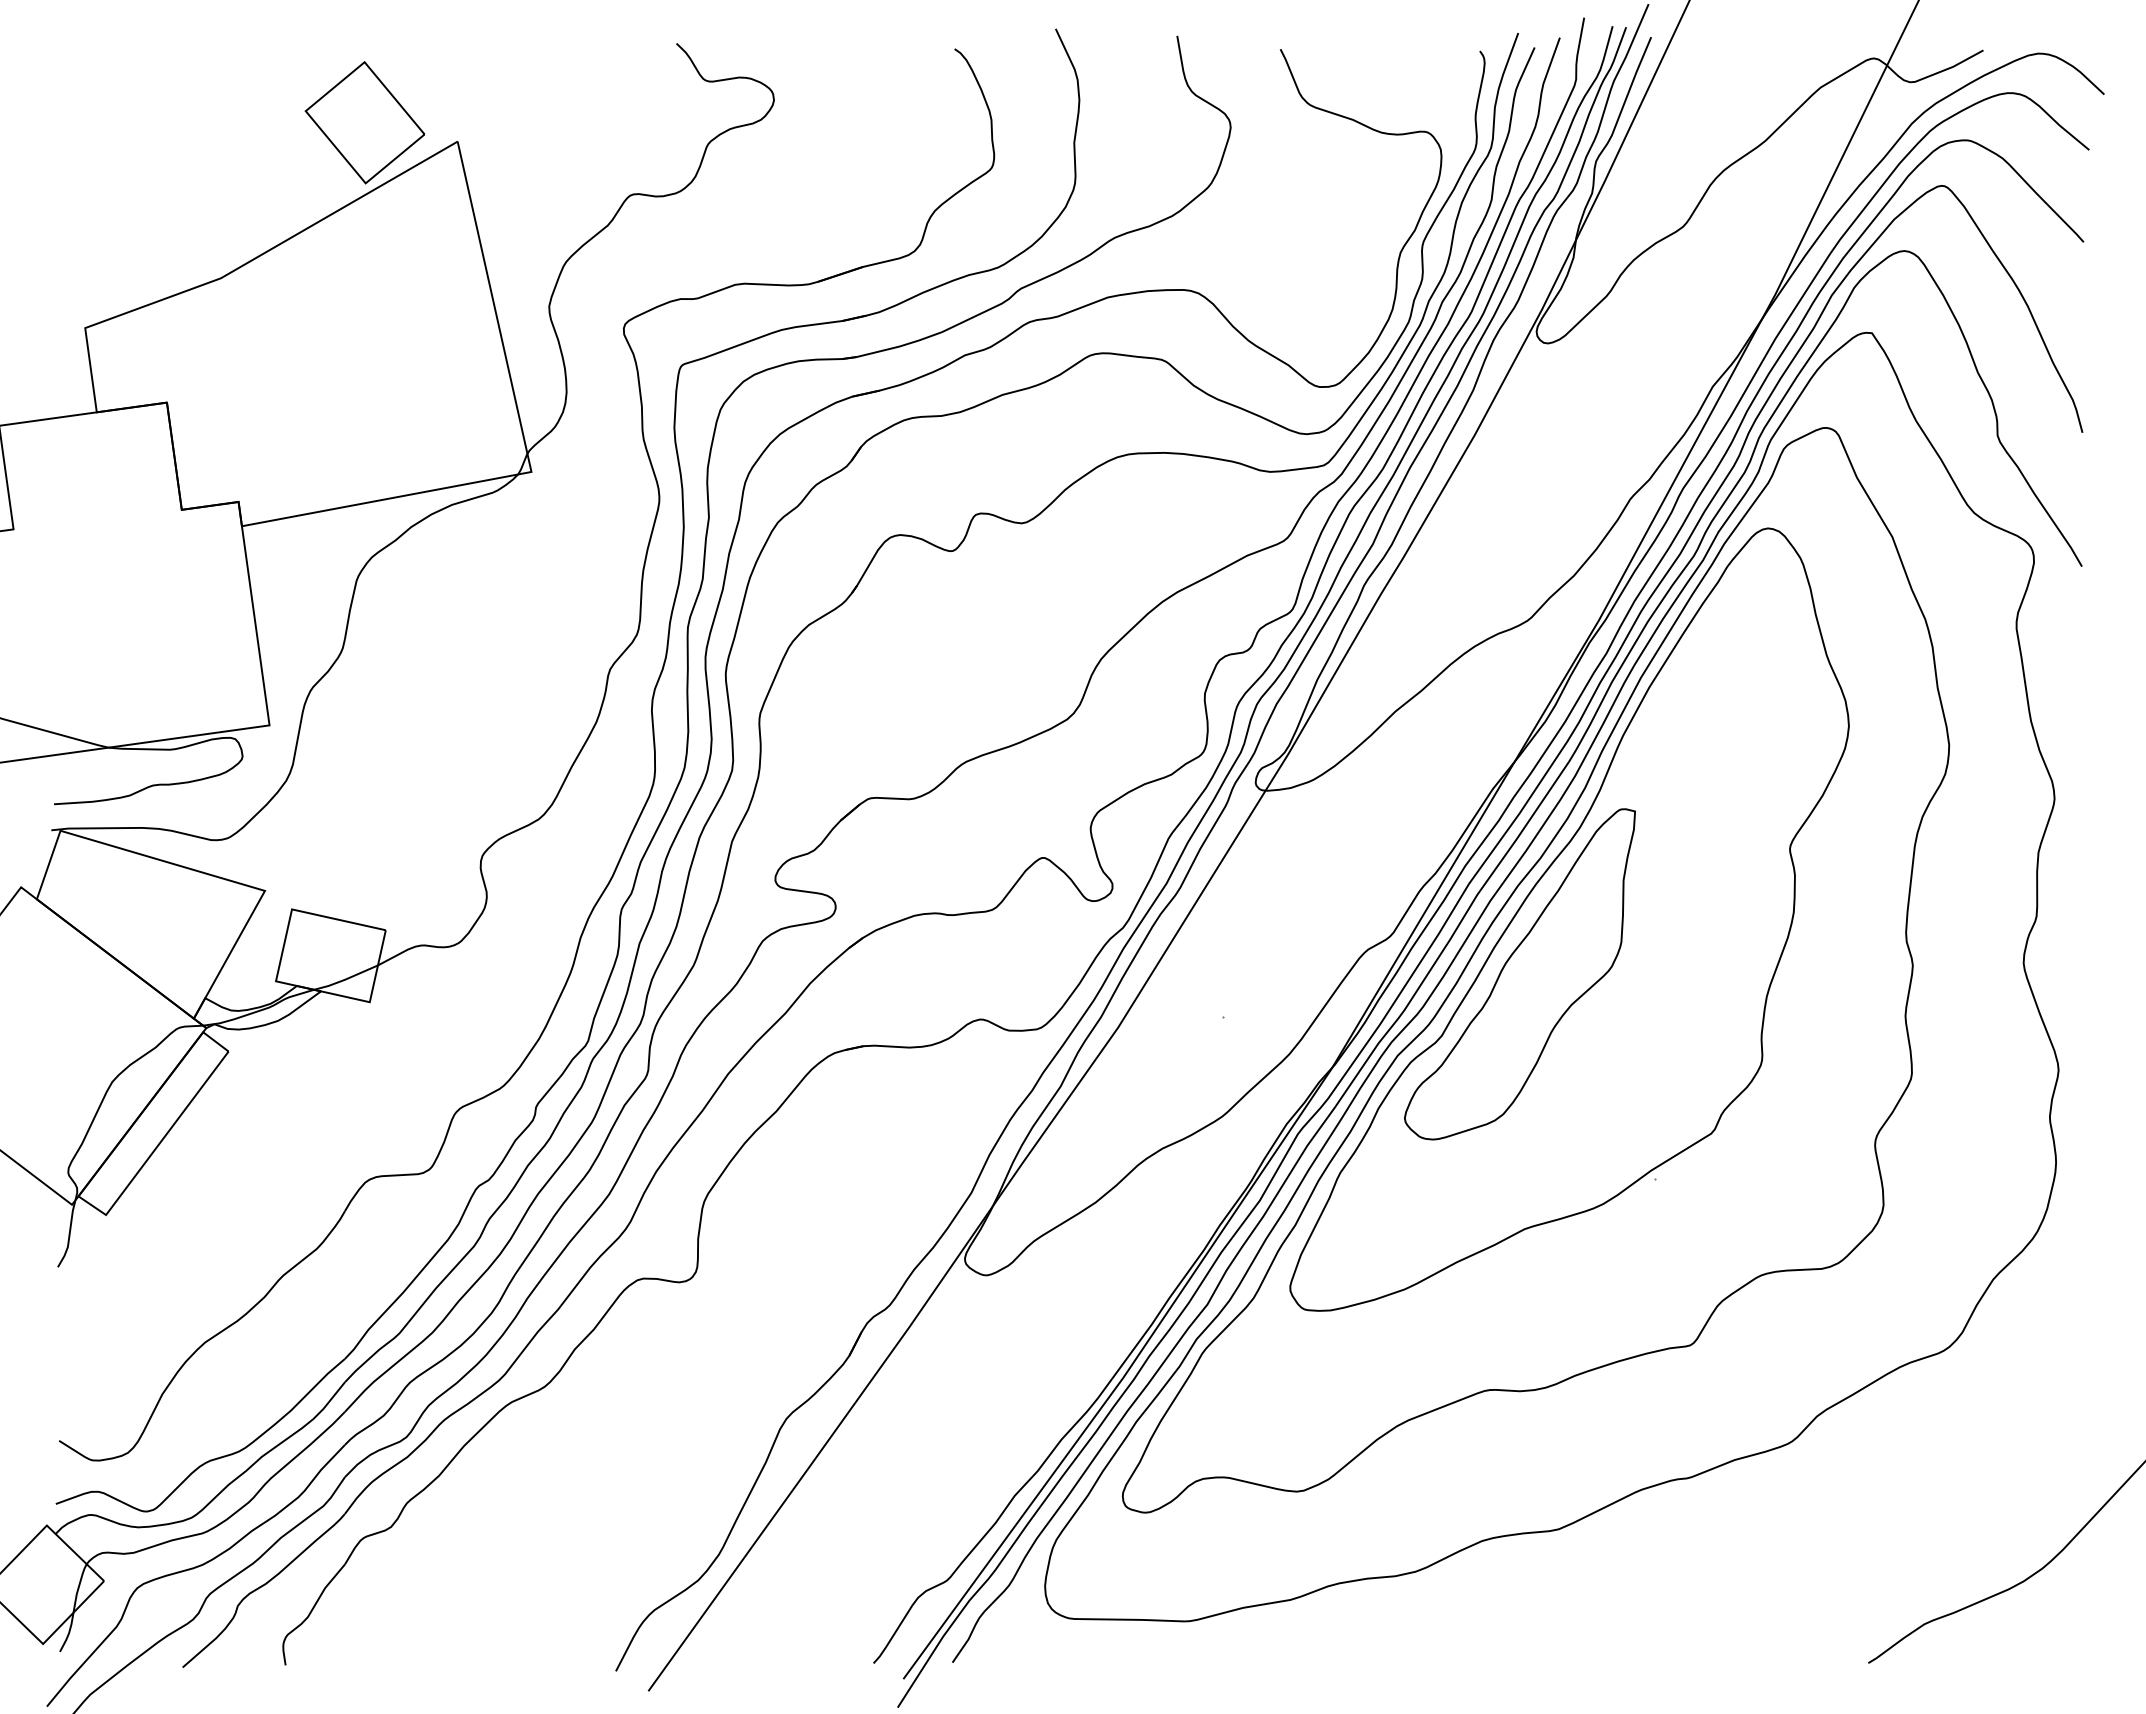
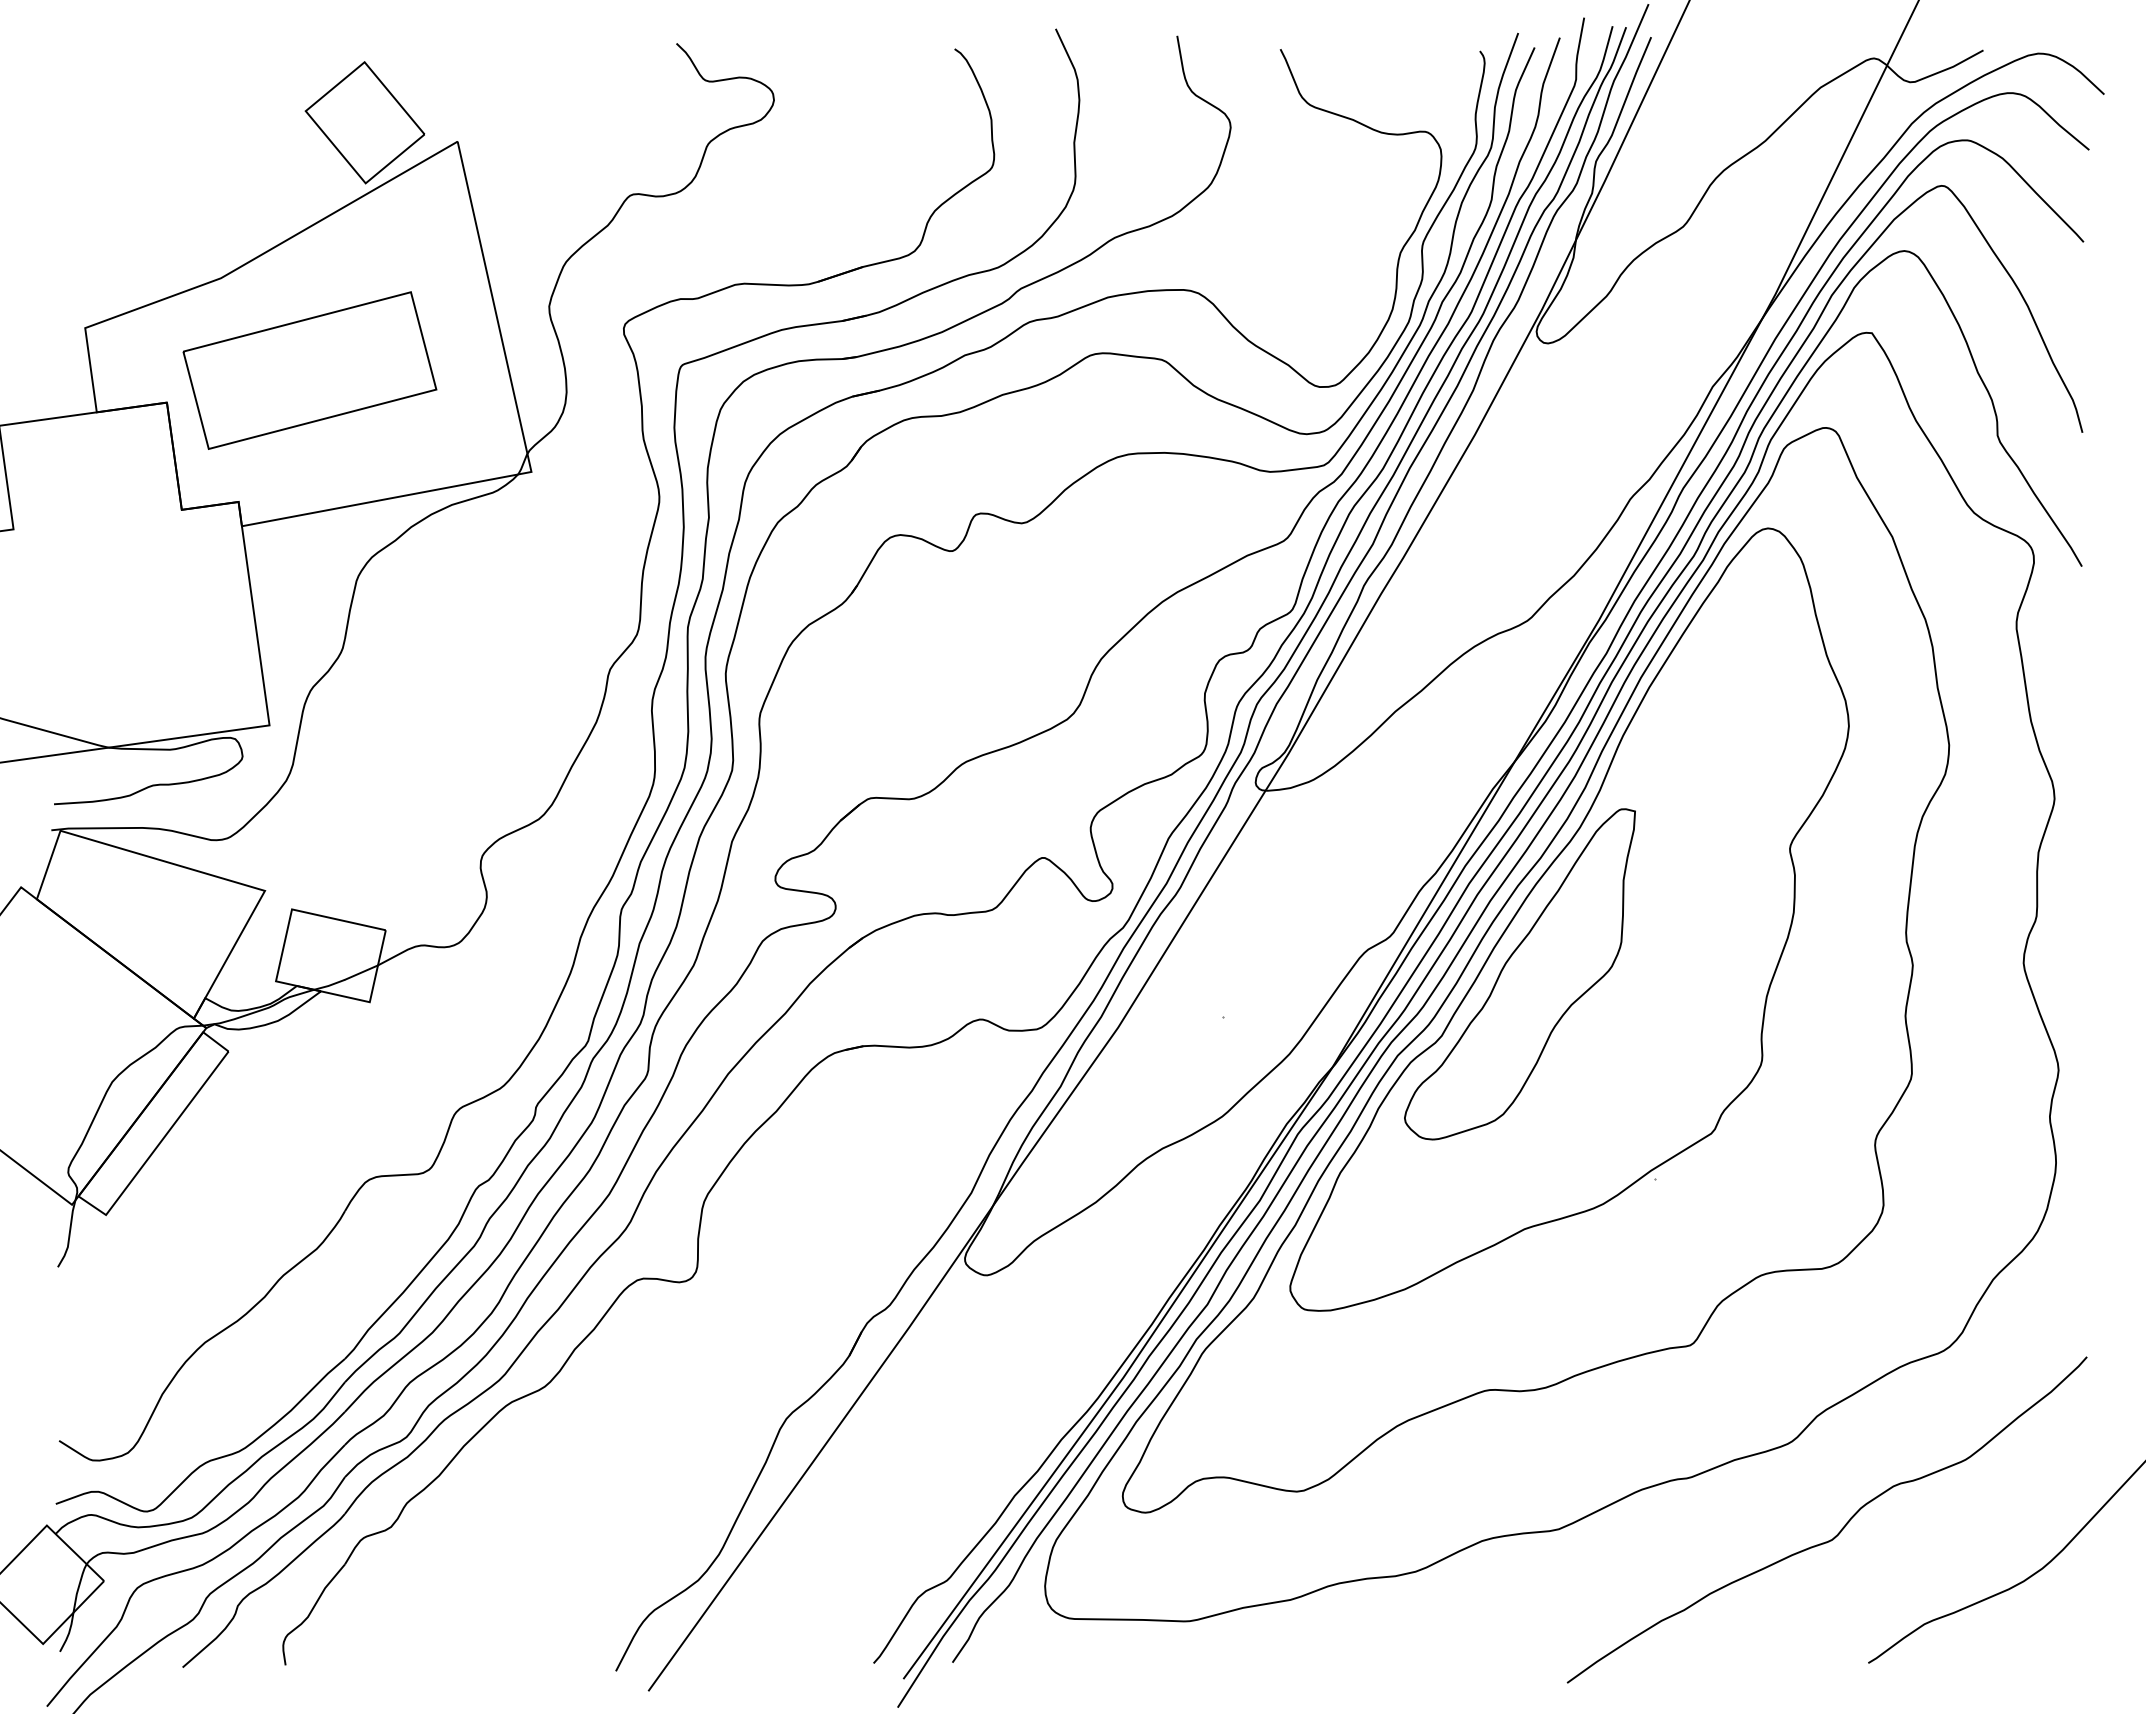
part at (309, 370): none -> present
curve at (1841, 1528): none -> present
